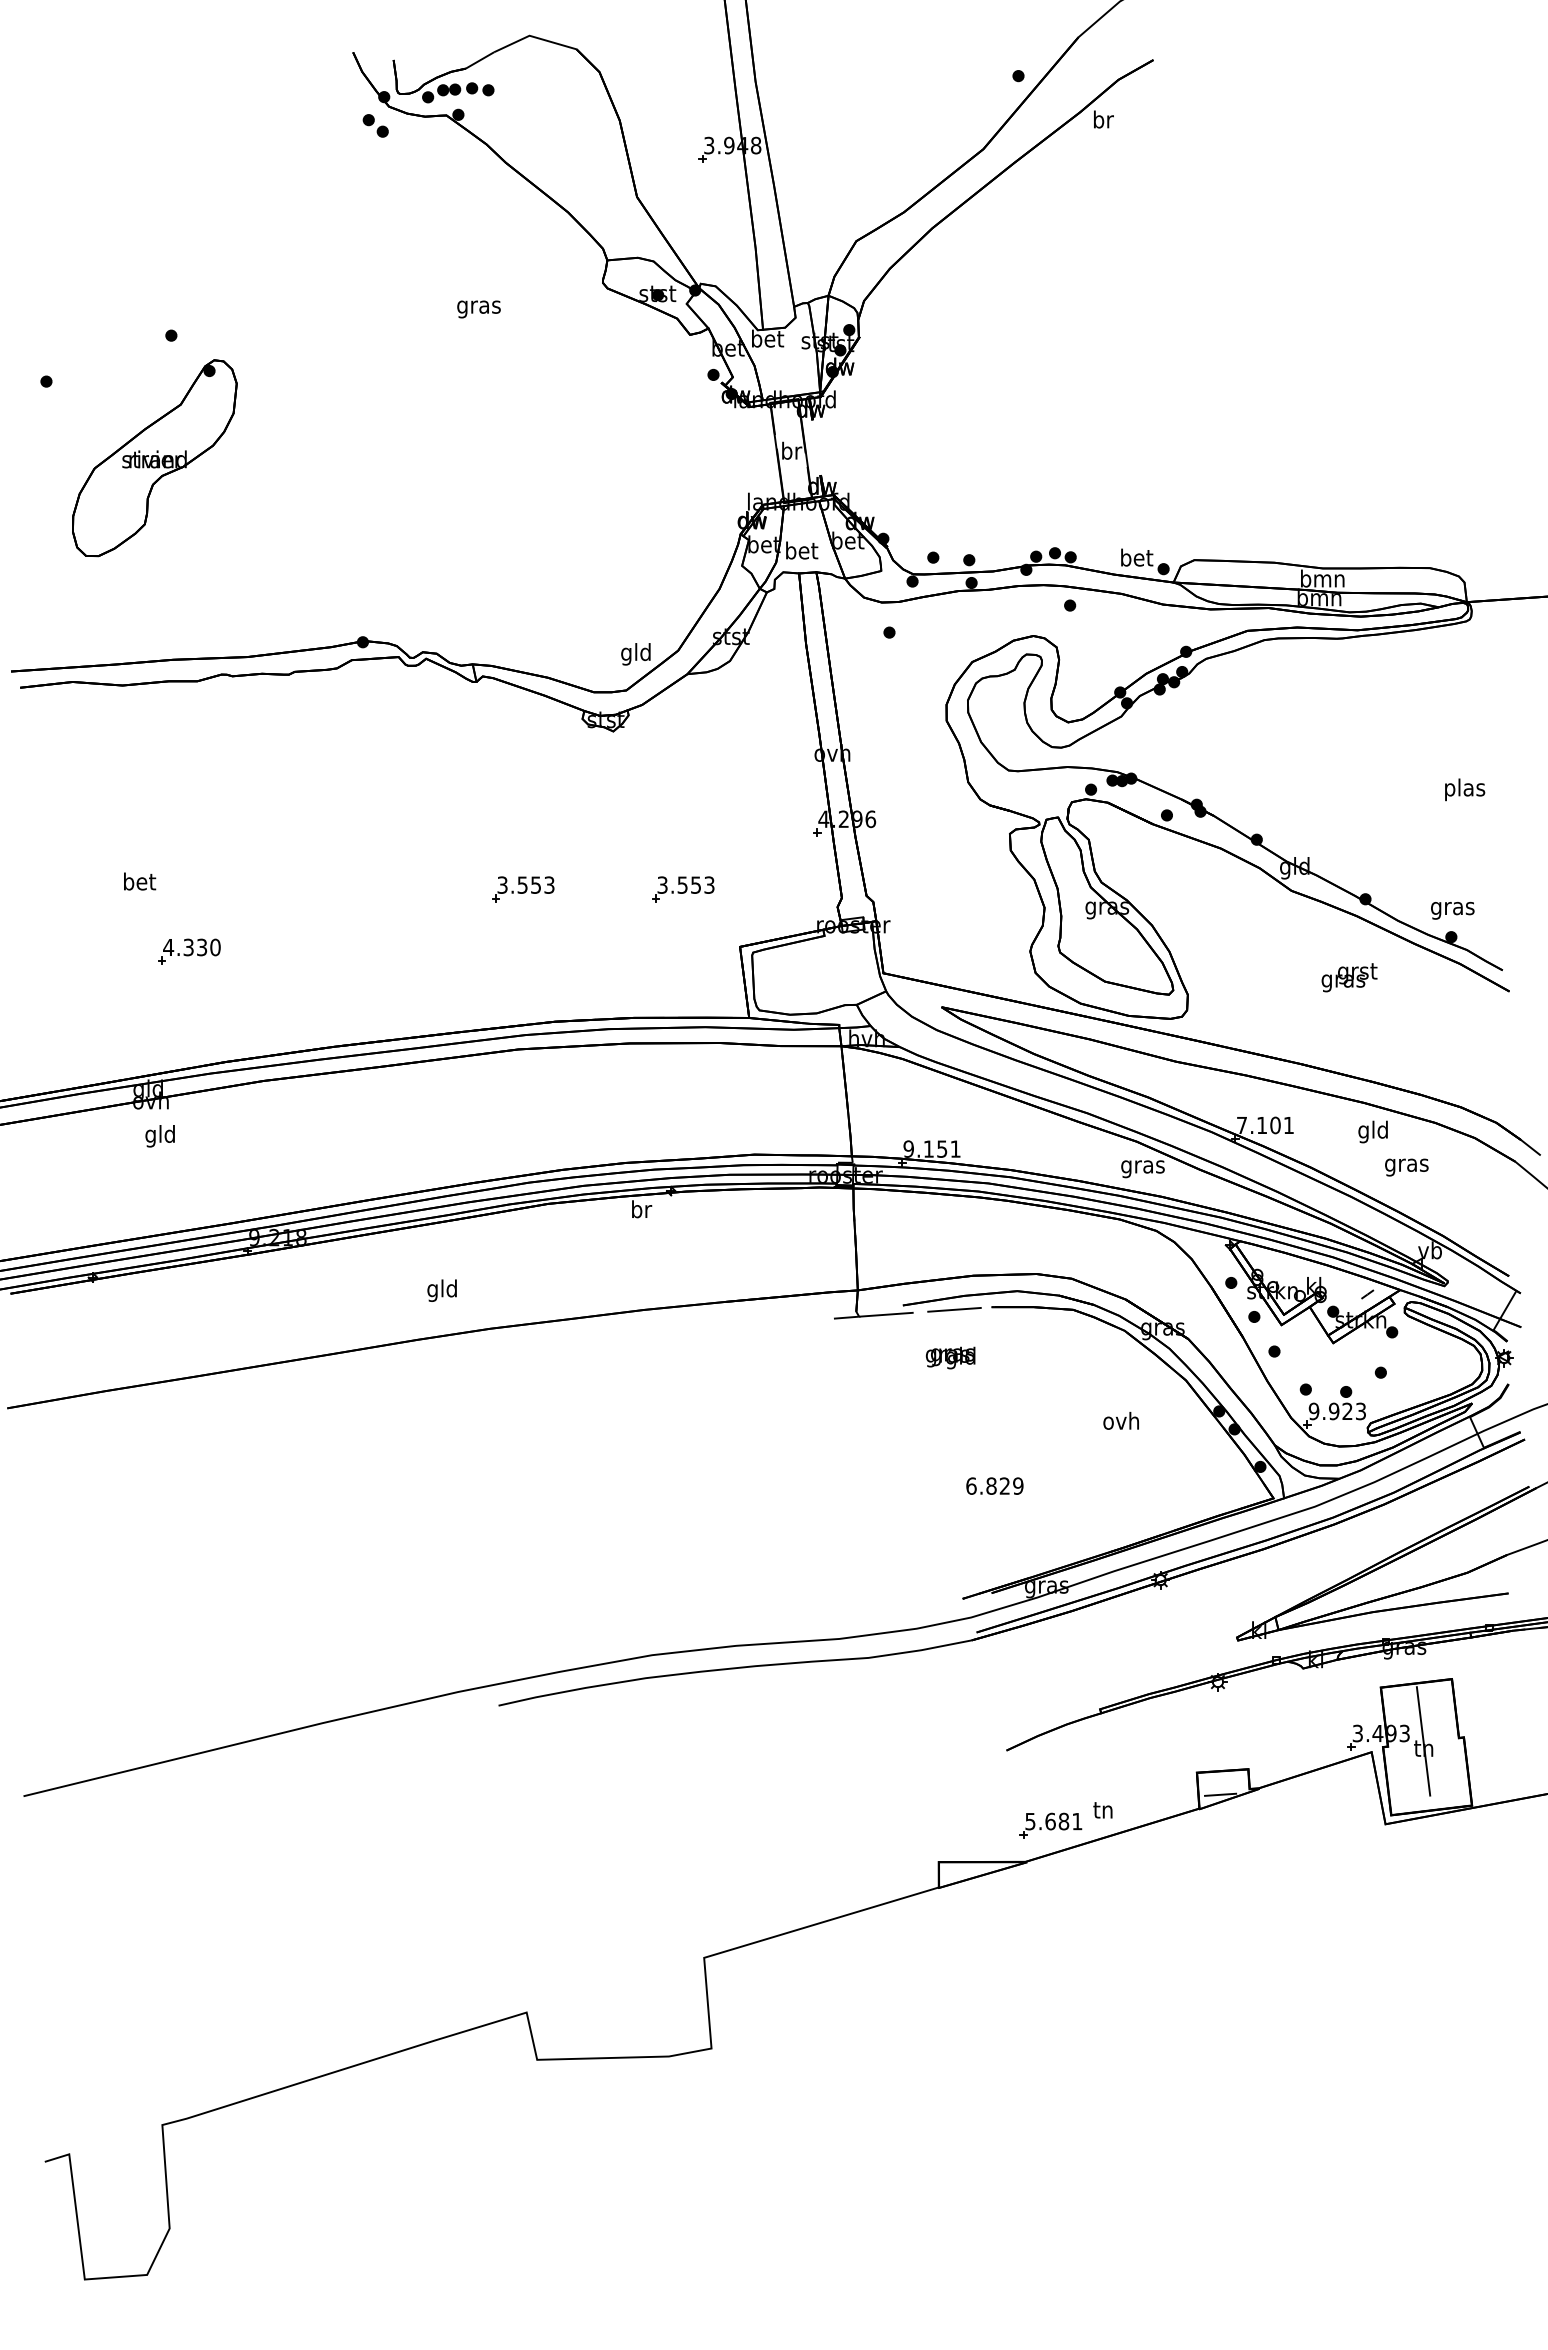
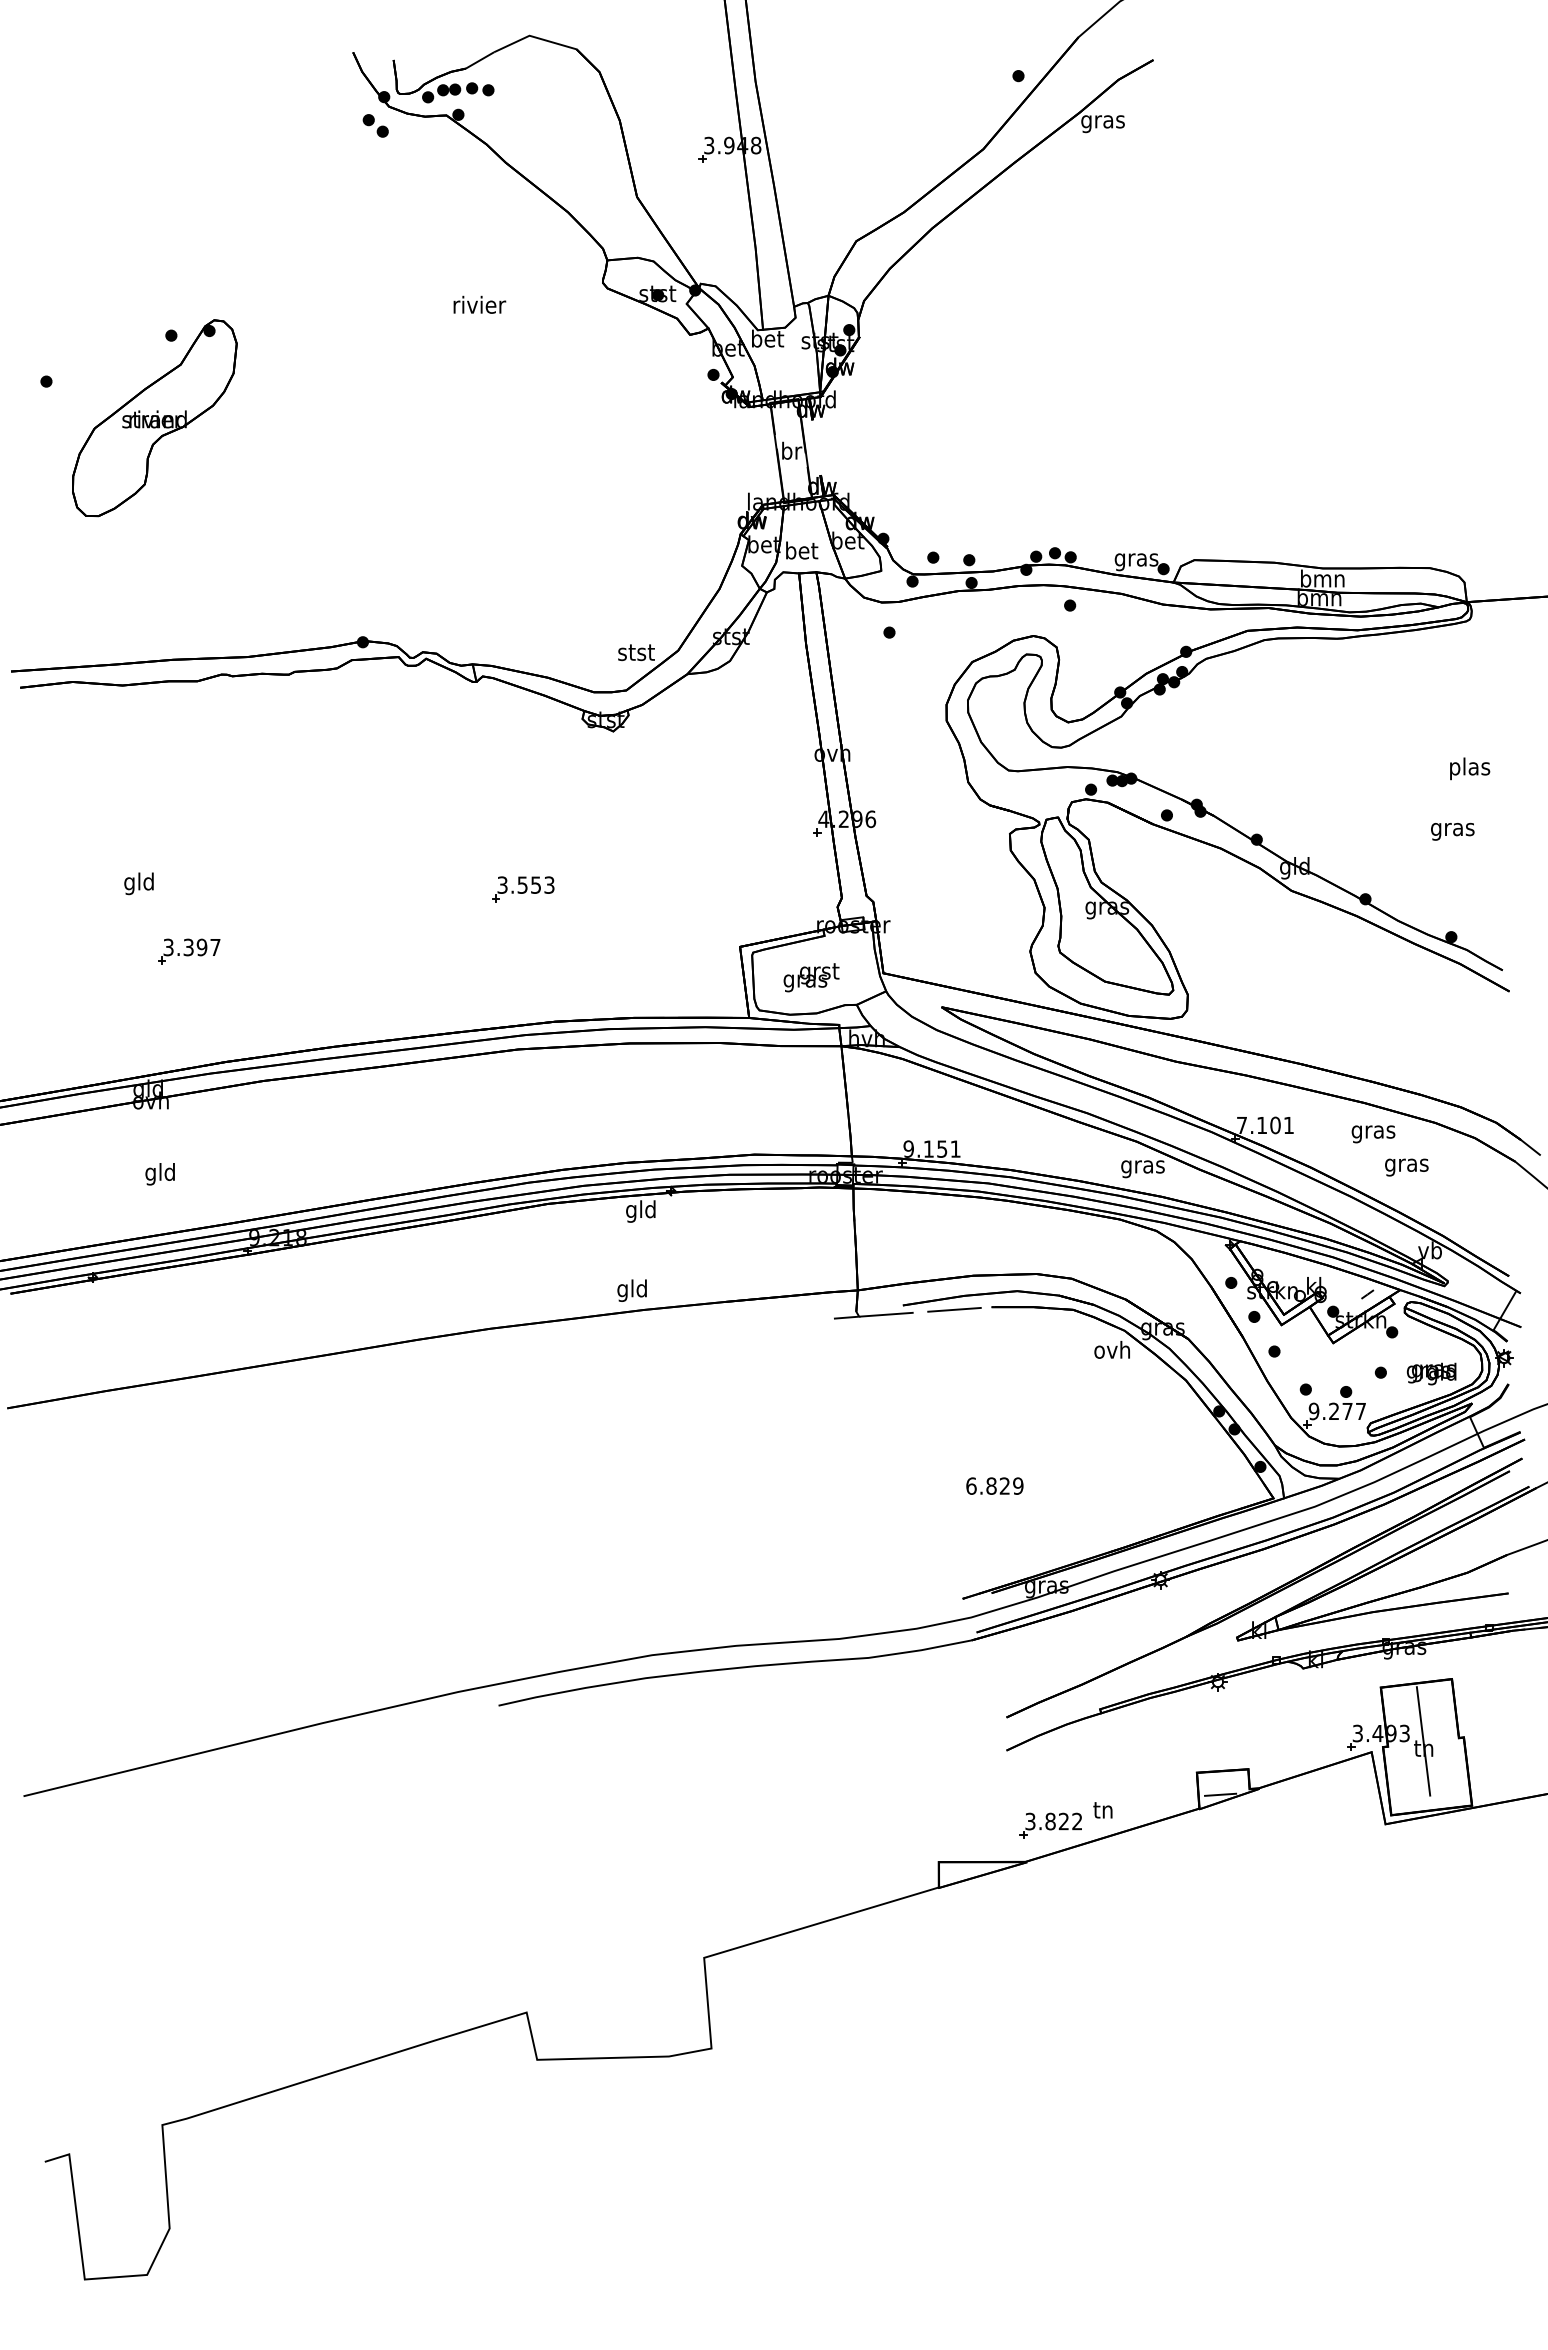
text at (1102, 121): br -> gras
text at (479, 306): gras -> rivier
part at (154, 458) position: (154, 458) -> (154, 418)
text at (1136, 559): bet -> gras
text at (636, 654): gld -> stst
text at (1465, 789) position: (1465, 789) -> (1470, 768)
text at (140, 883): bet -> gld
part at (683, 889): present -> none
text at (1452, 910) position: (1452, 910) -> (1452, 831)
text at (191, 947): 4.330 -> 3.397
text at (1349, 977) position: (1349, 977) -> (811, 977)
text at (1373, 1131): gld -> gras
text at (159, 1136) position: (159, 1136) -> (159, 1174)
text at (640, 1211): br -> gld
text at (441, 1290) position: (441, 1290) -> (631, 1290)
text at (950, 1357) position: (950, 1357) -> (1431, 1373)
text at (1347, 1411): 9.923 -> 9.277
text at (1120, 1420) position: (1120, 1420) -> (1111, 1349)
part at (1264, 1587): none -> present
text at (1054, 1821): 5.681 -> 3.822
